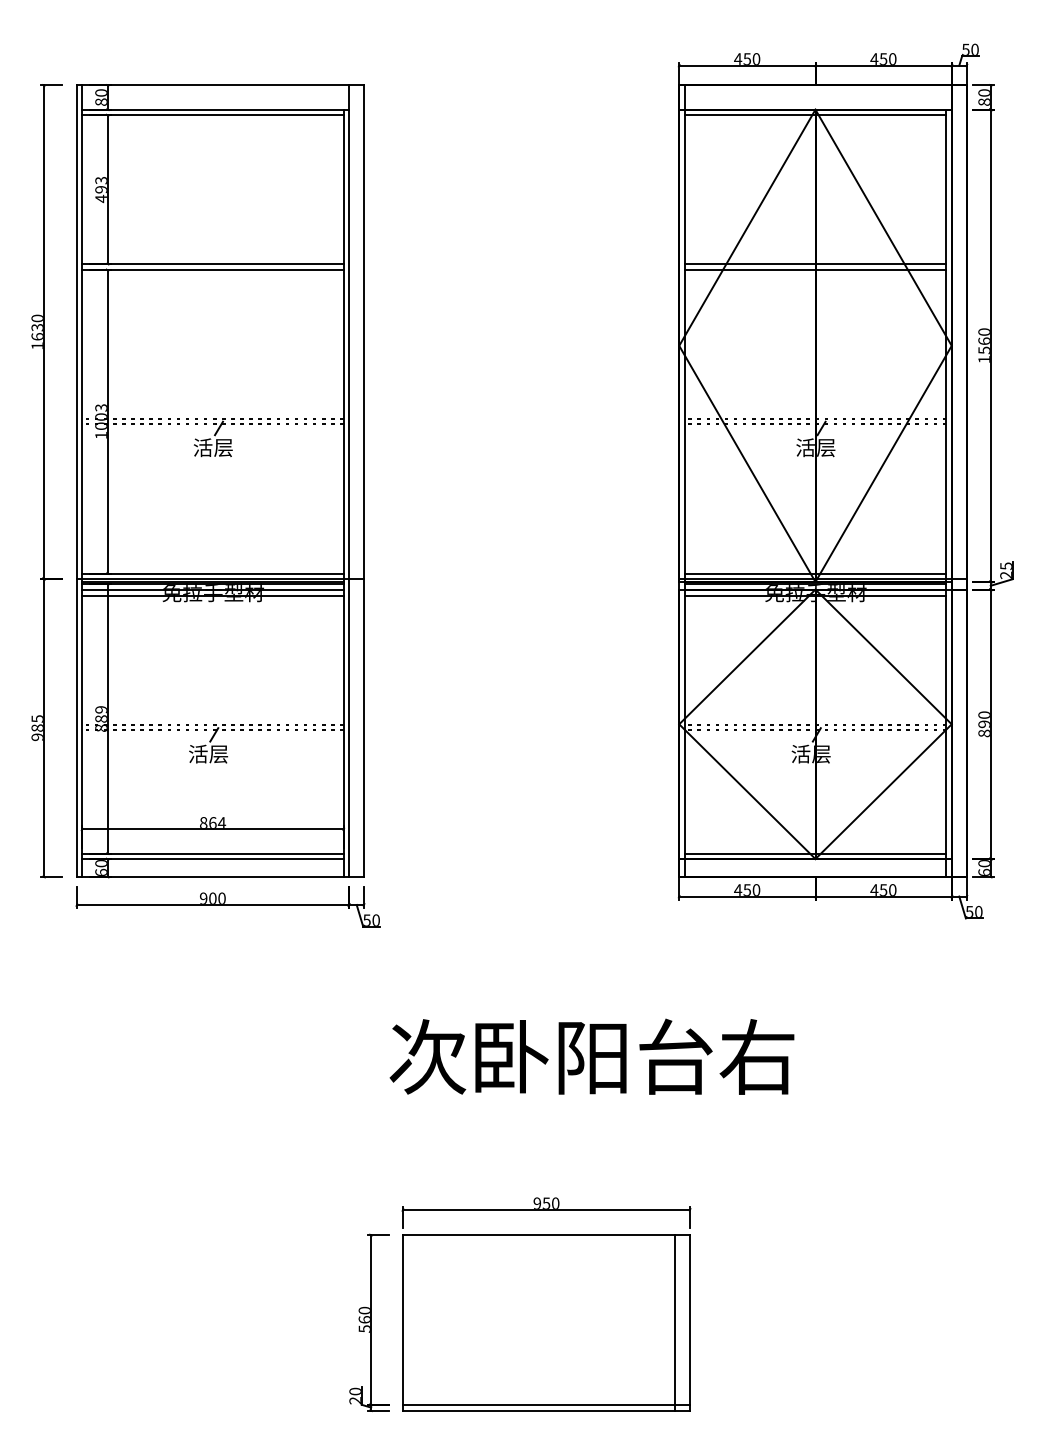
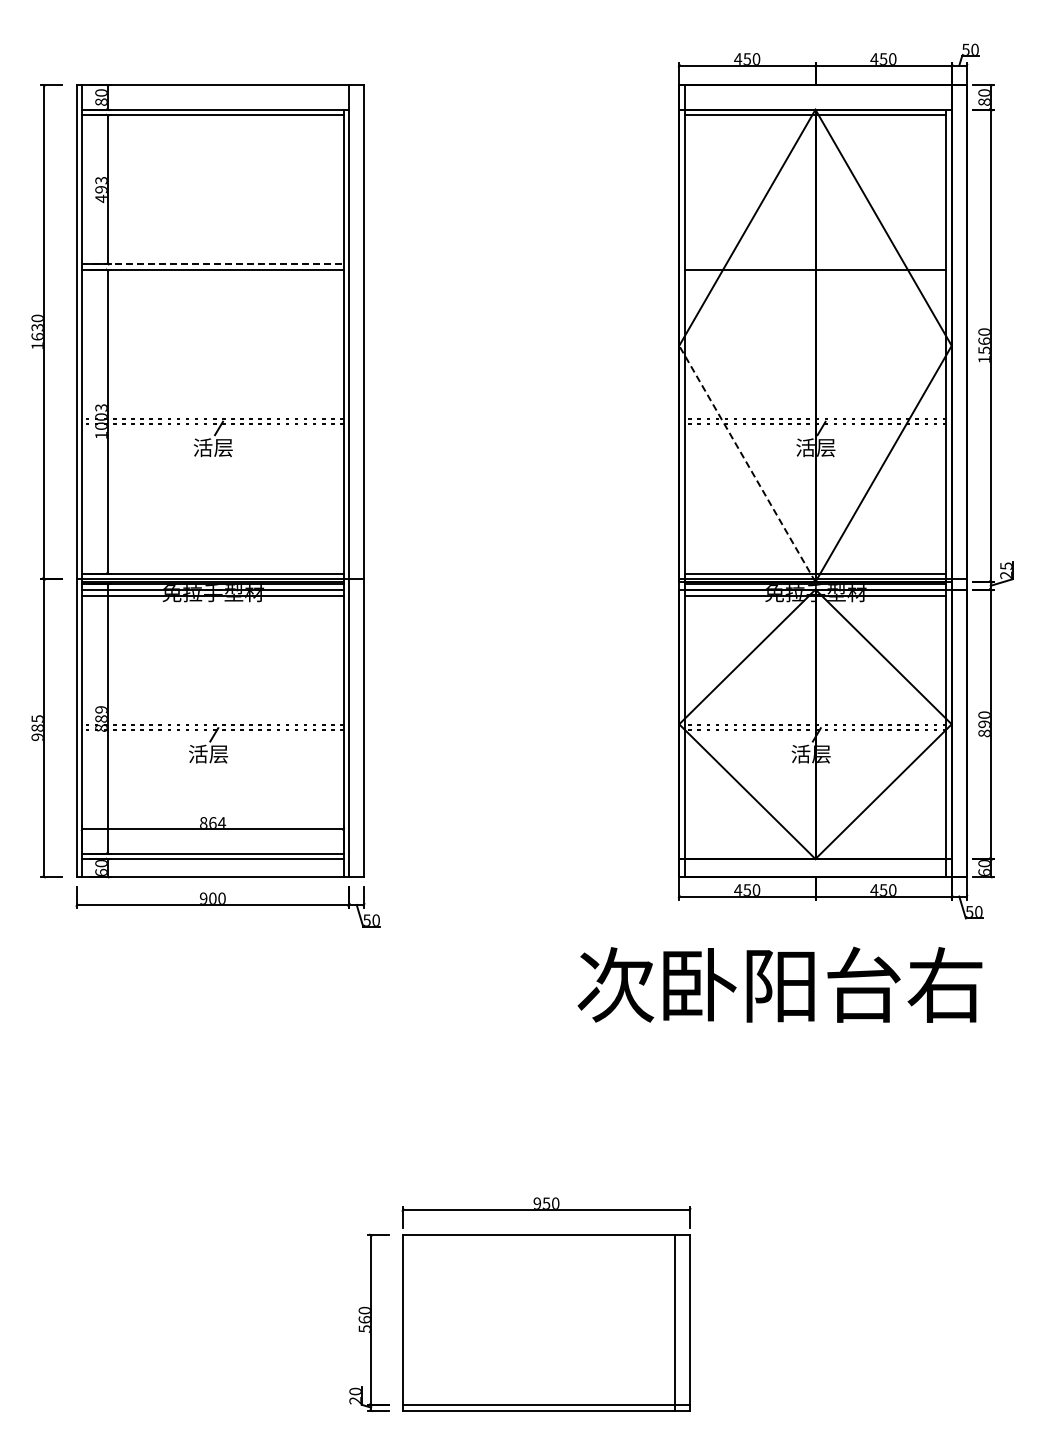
line at (212, 264): solid -> dashed
line at (815, 264): present -> none
line at (747, 463): solid -> dashed
line at (815, 853): present -> none
text at (591, 1056) position: (591, 1056) -> (779, 984)
